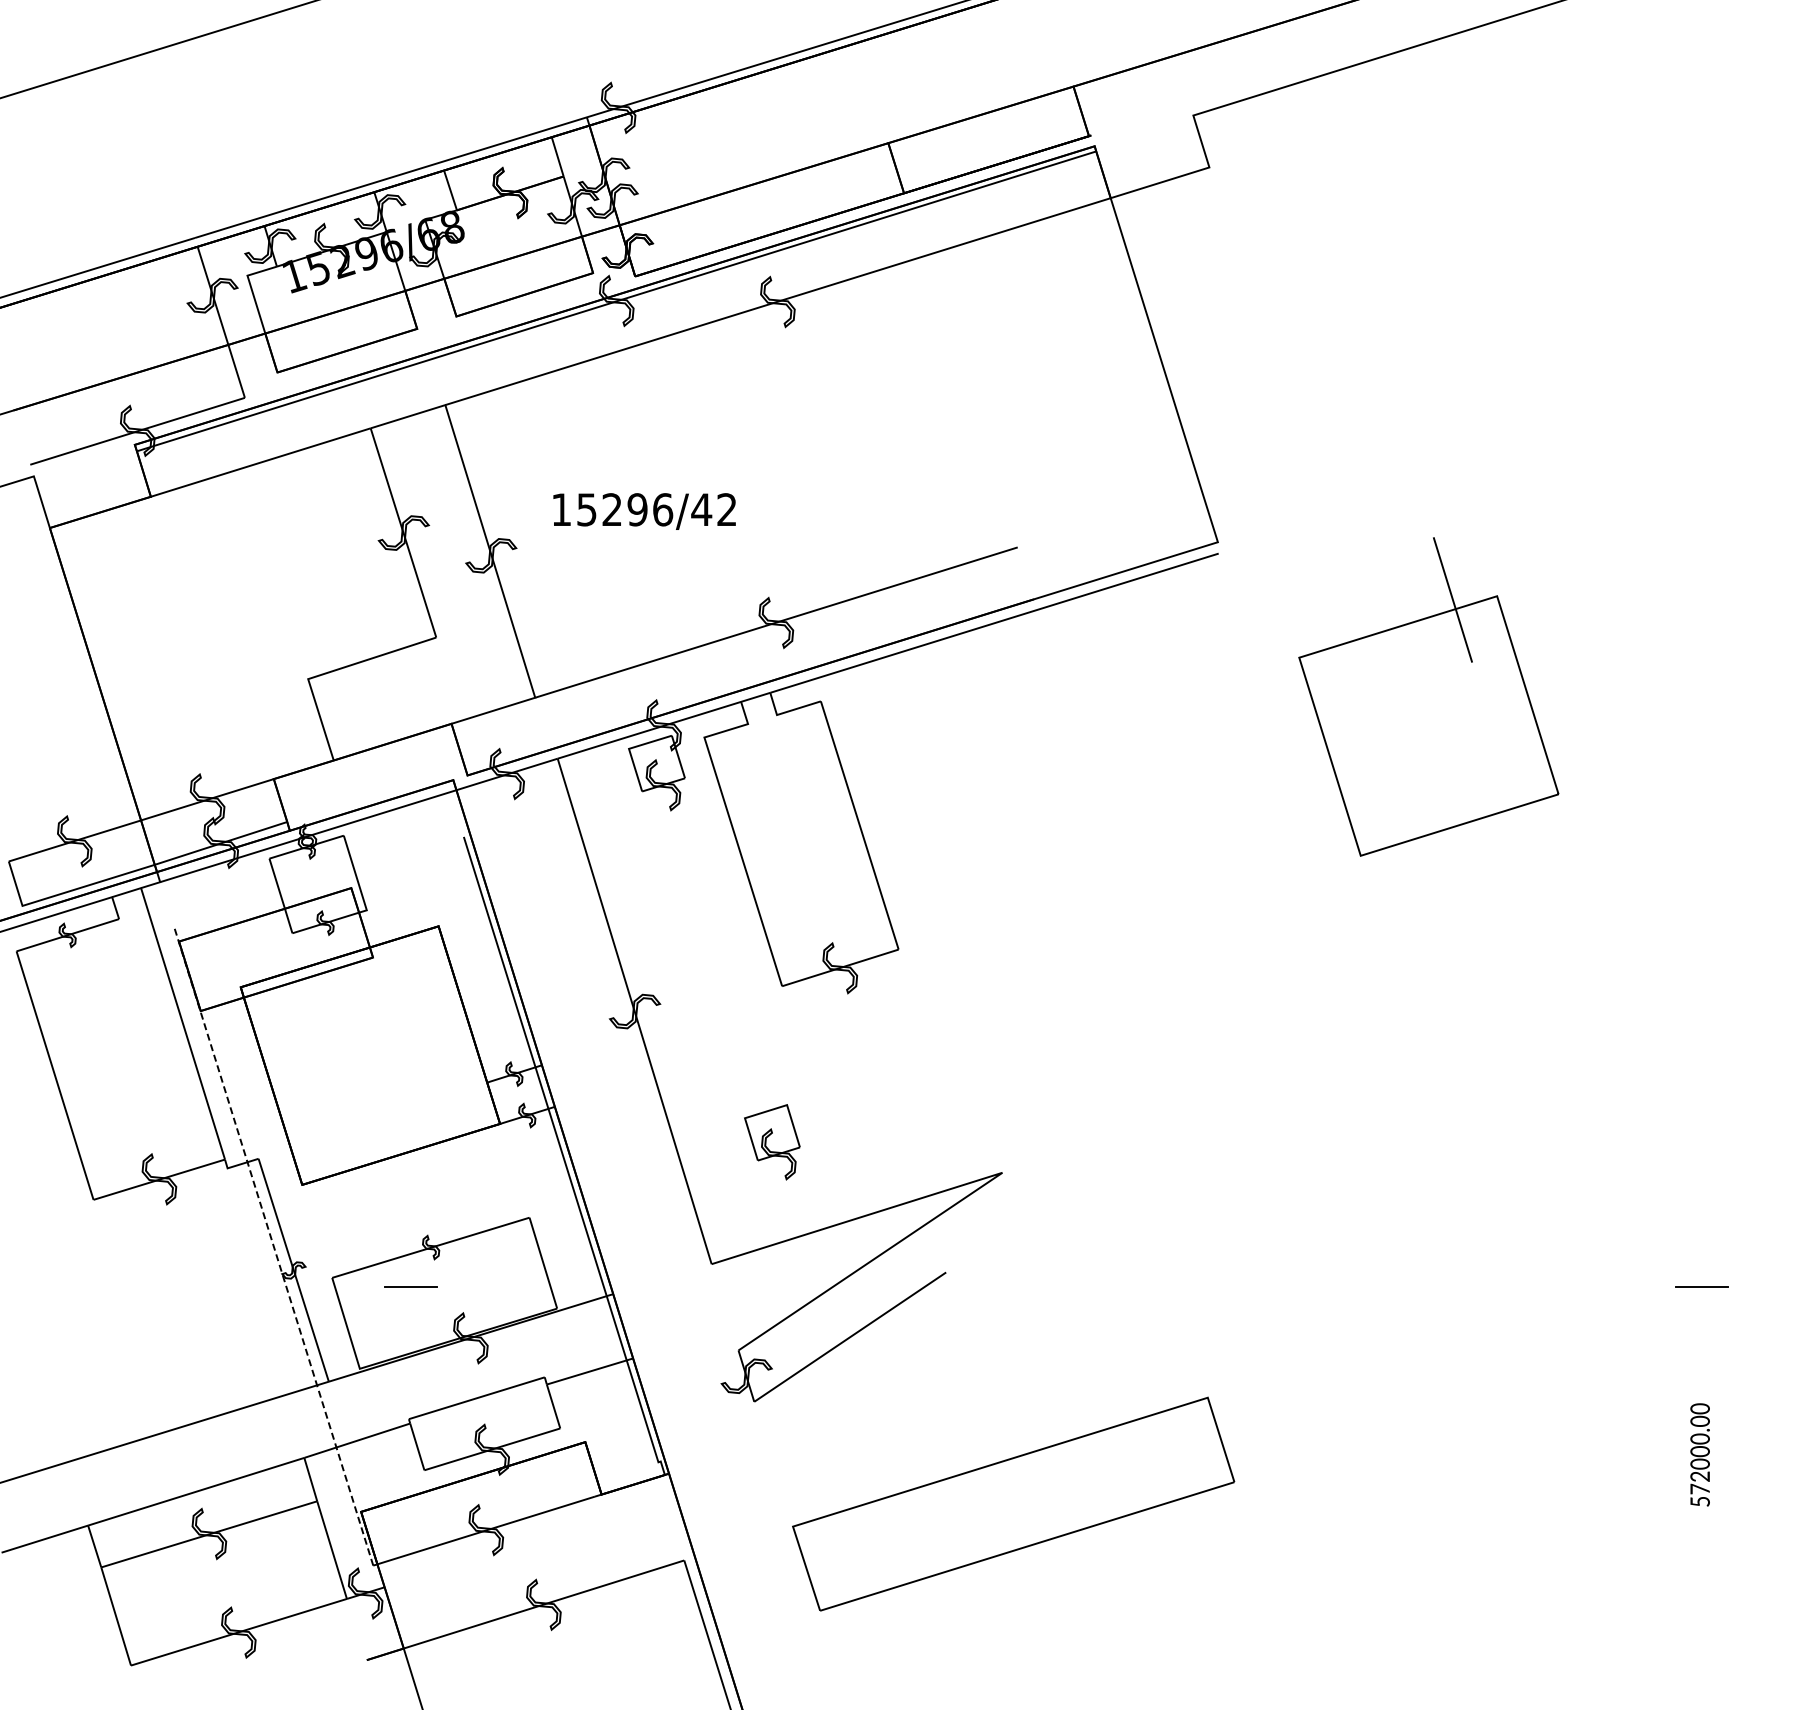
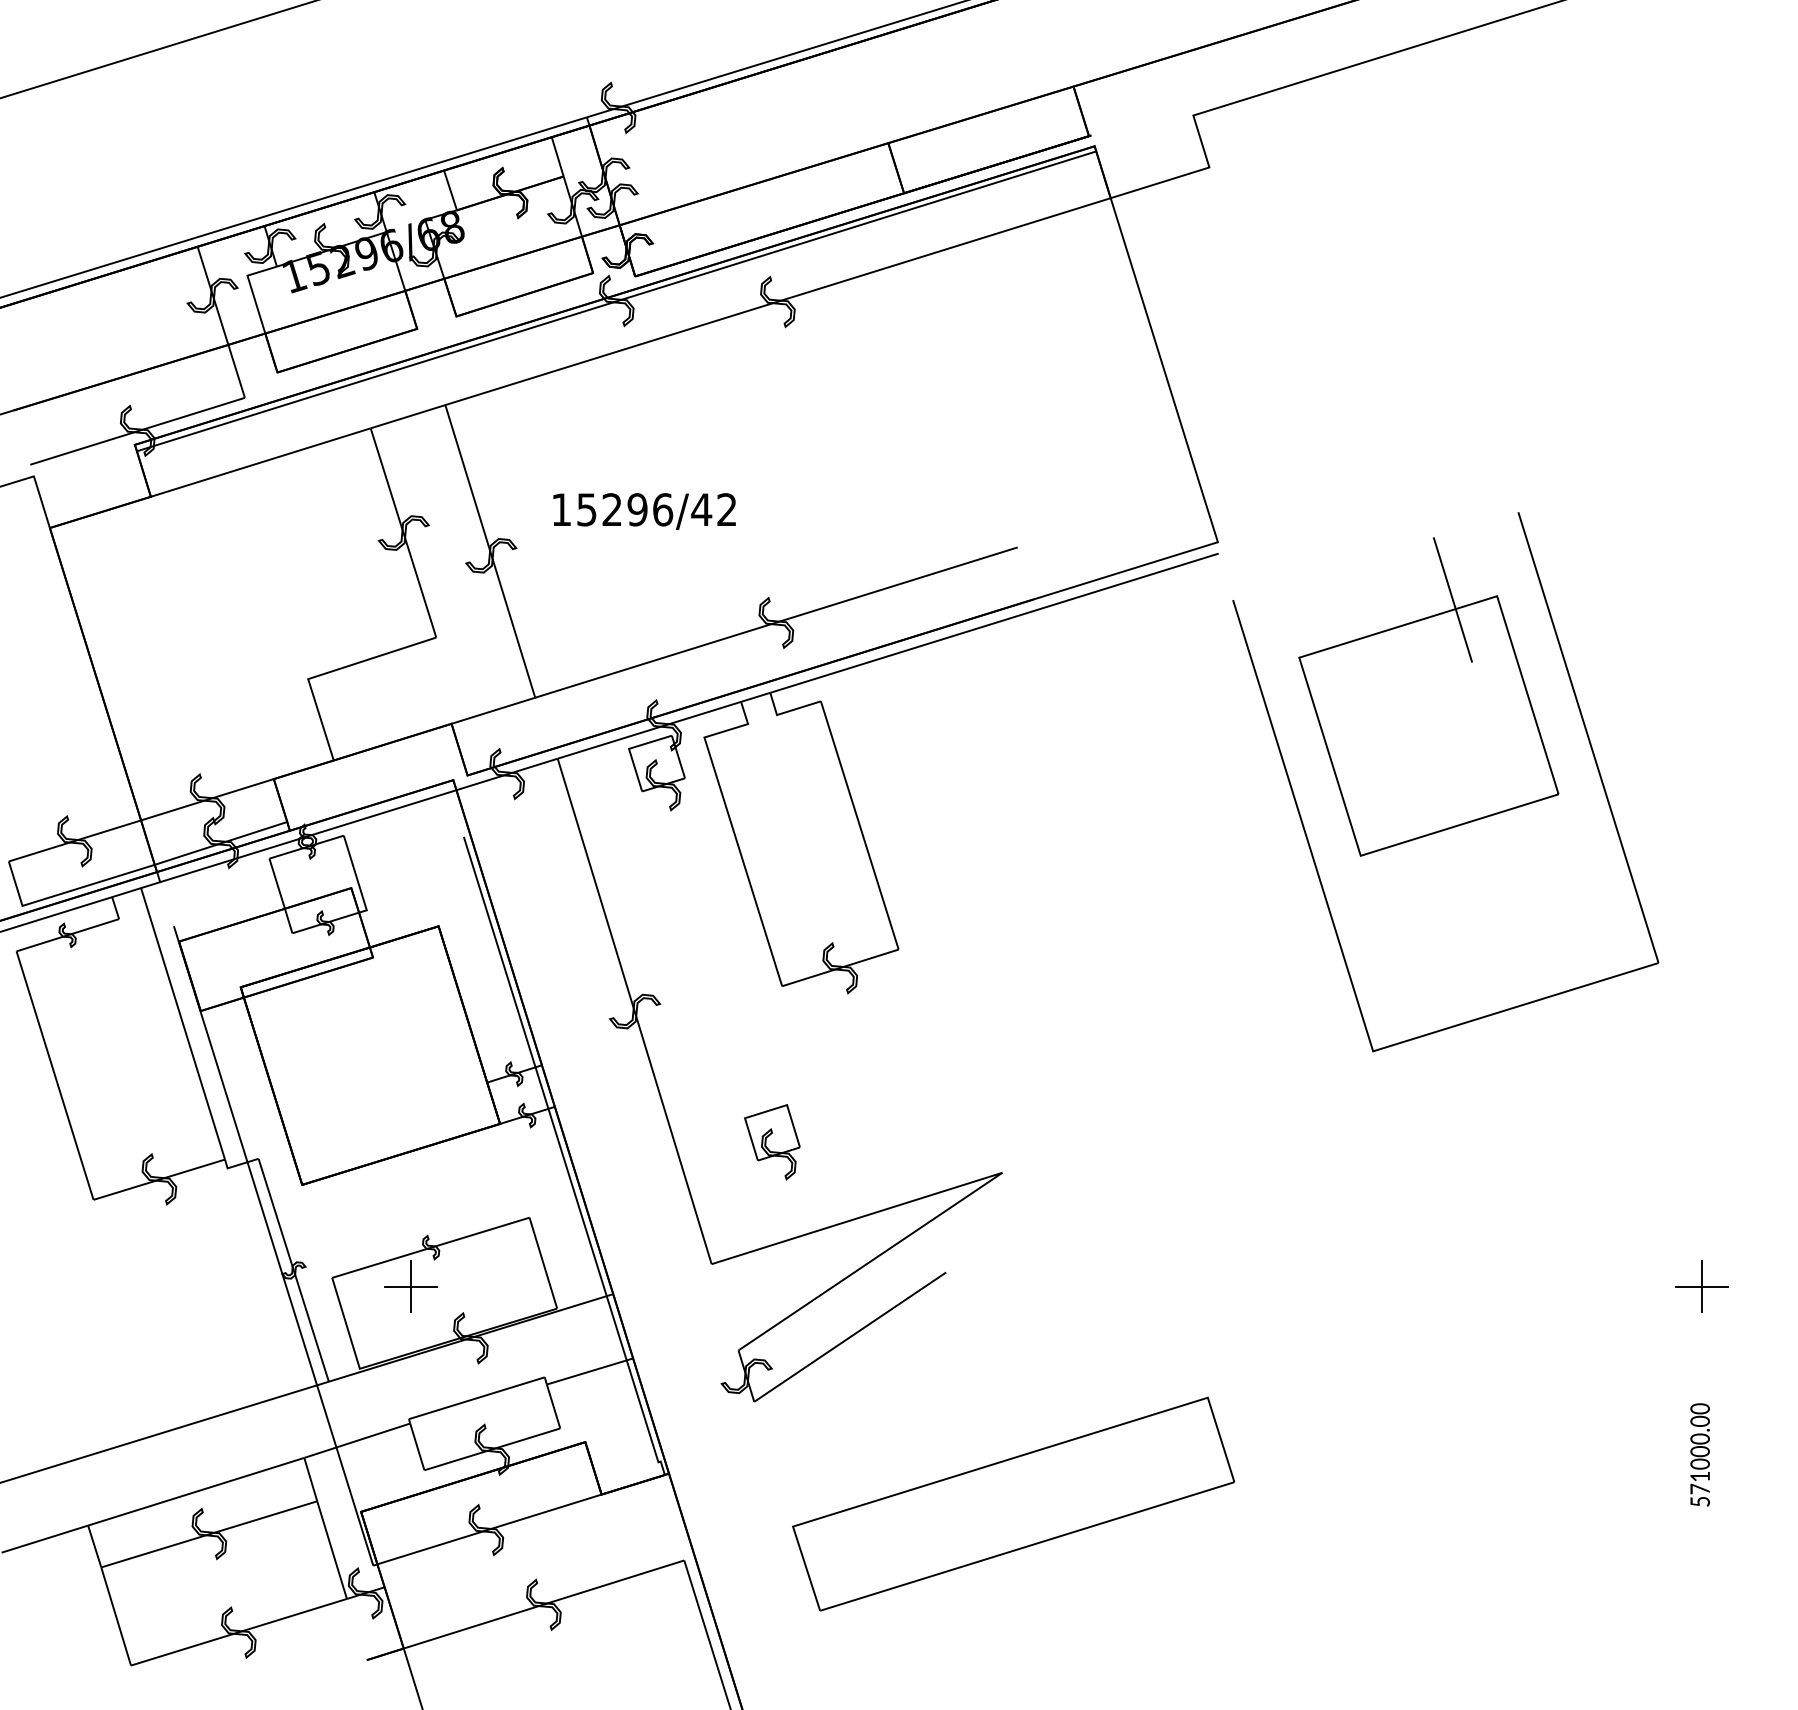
part at (1303, 822): none -> present
line at (273, 1245): dashed -> solid
line at (410, 1286): none -> present
line at (1702, 1286): none -> present
text at (1699, 1476): 572000.00 -> 571000.00
